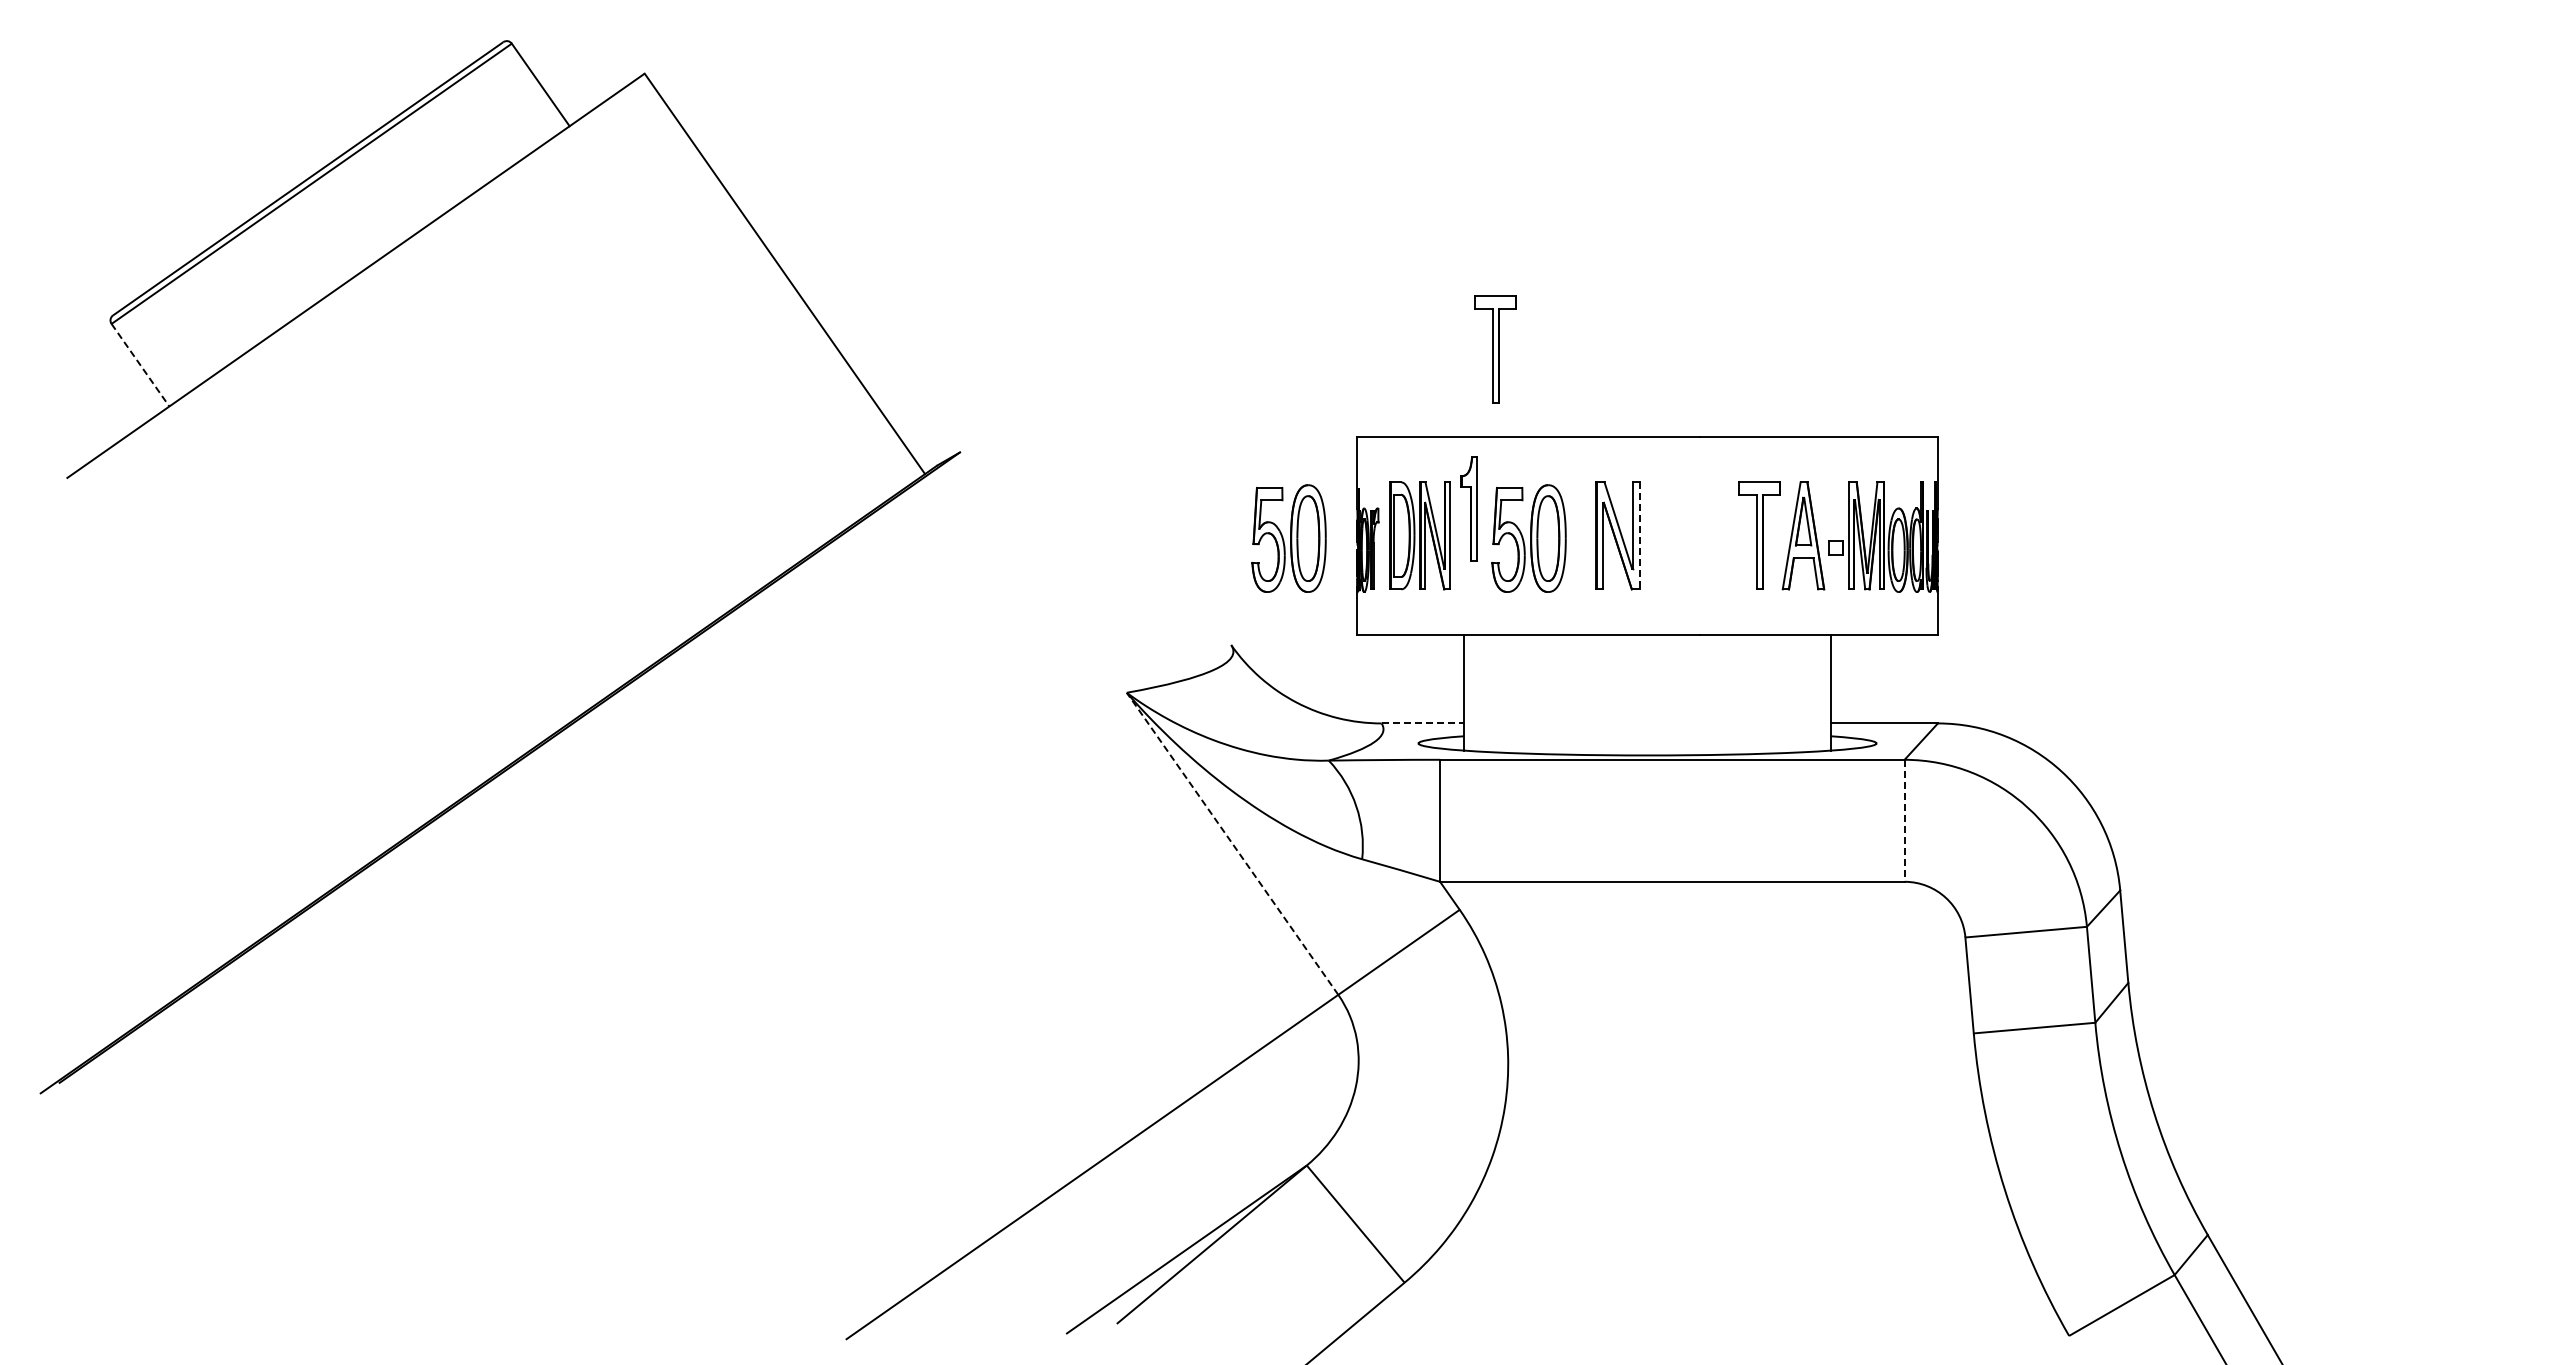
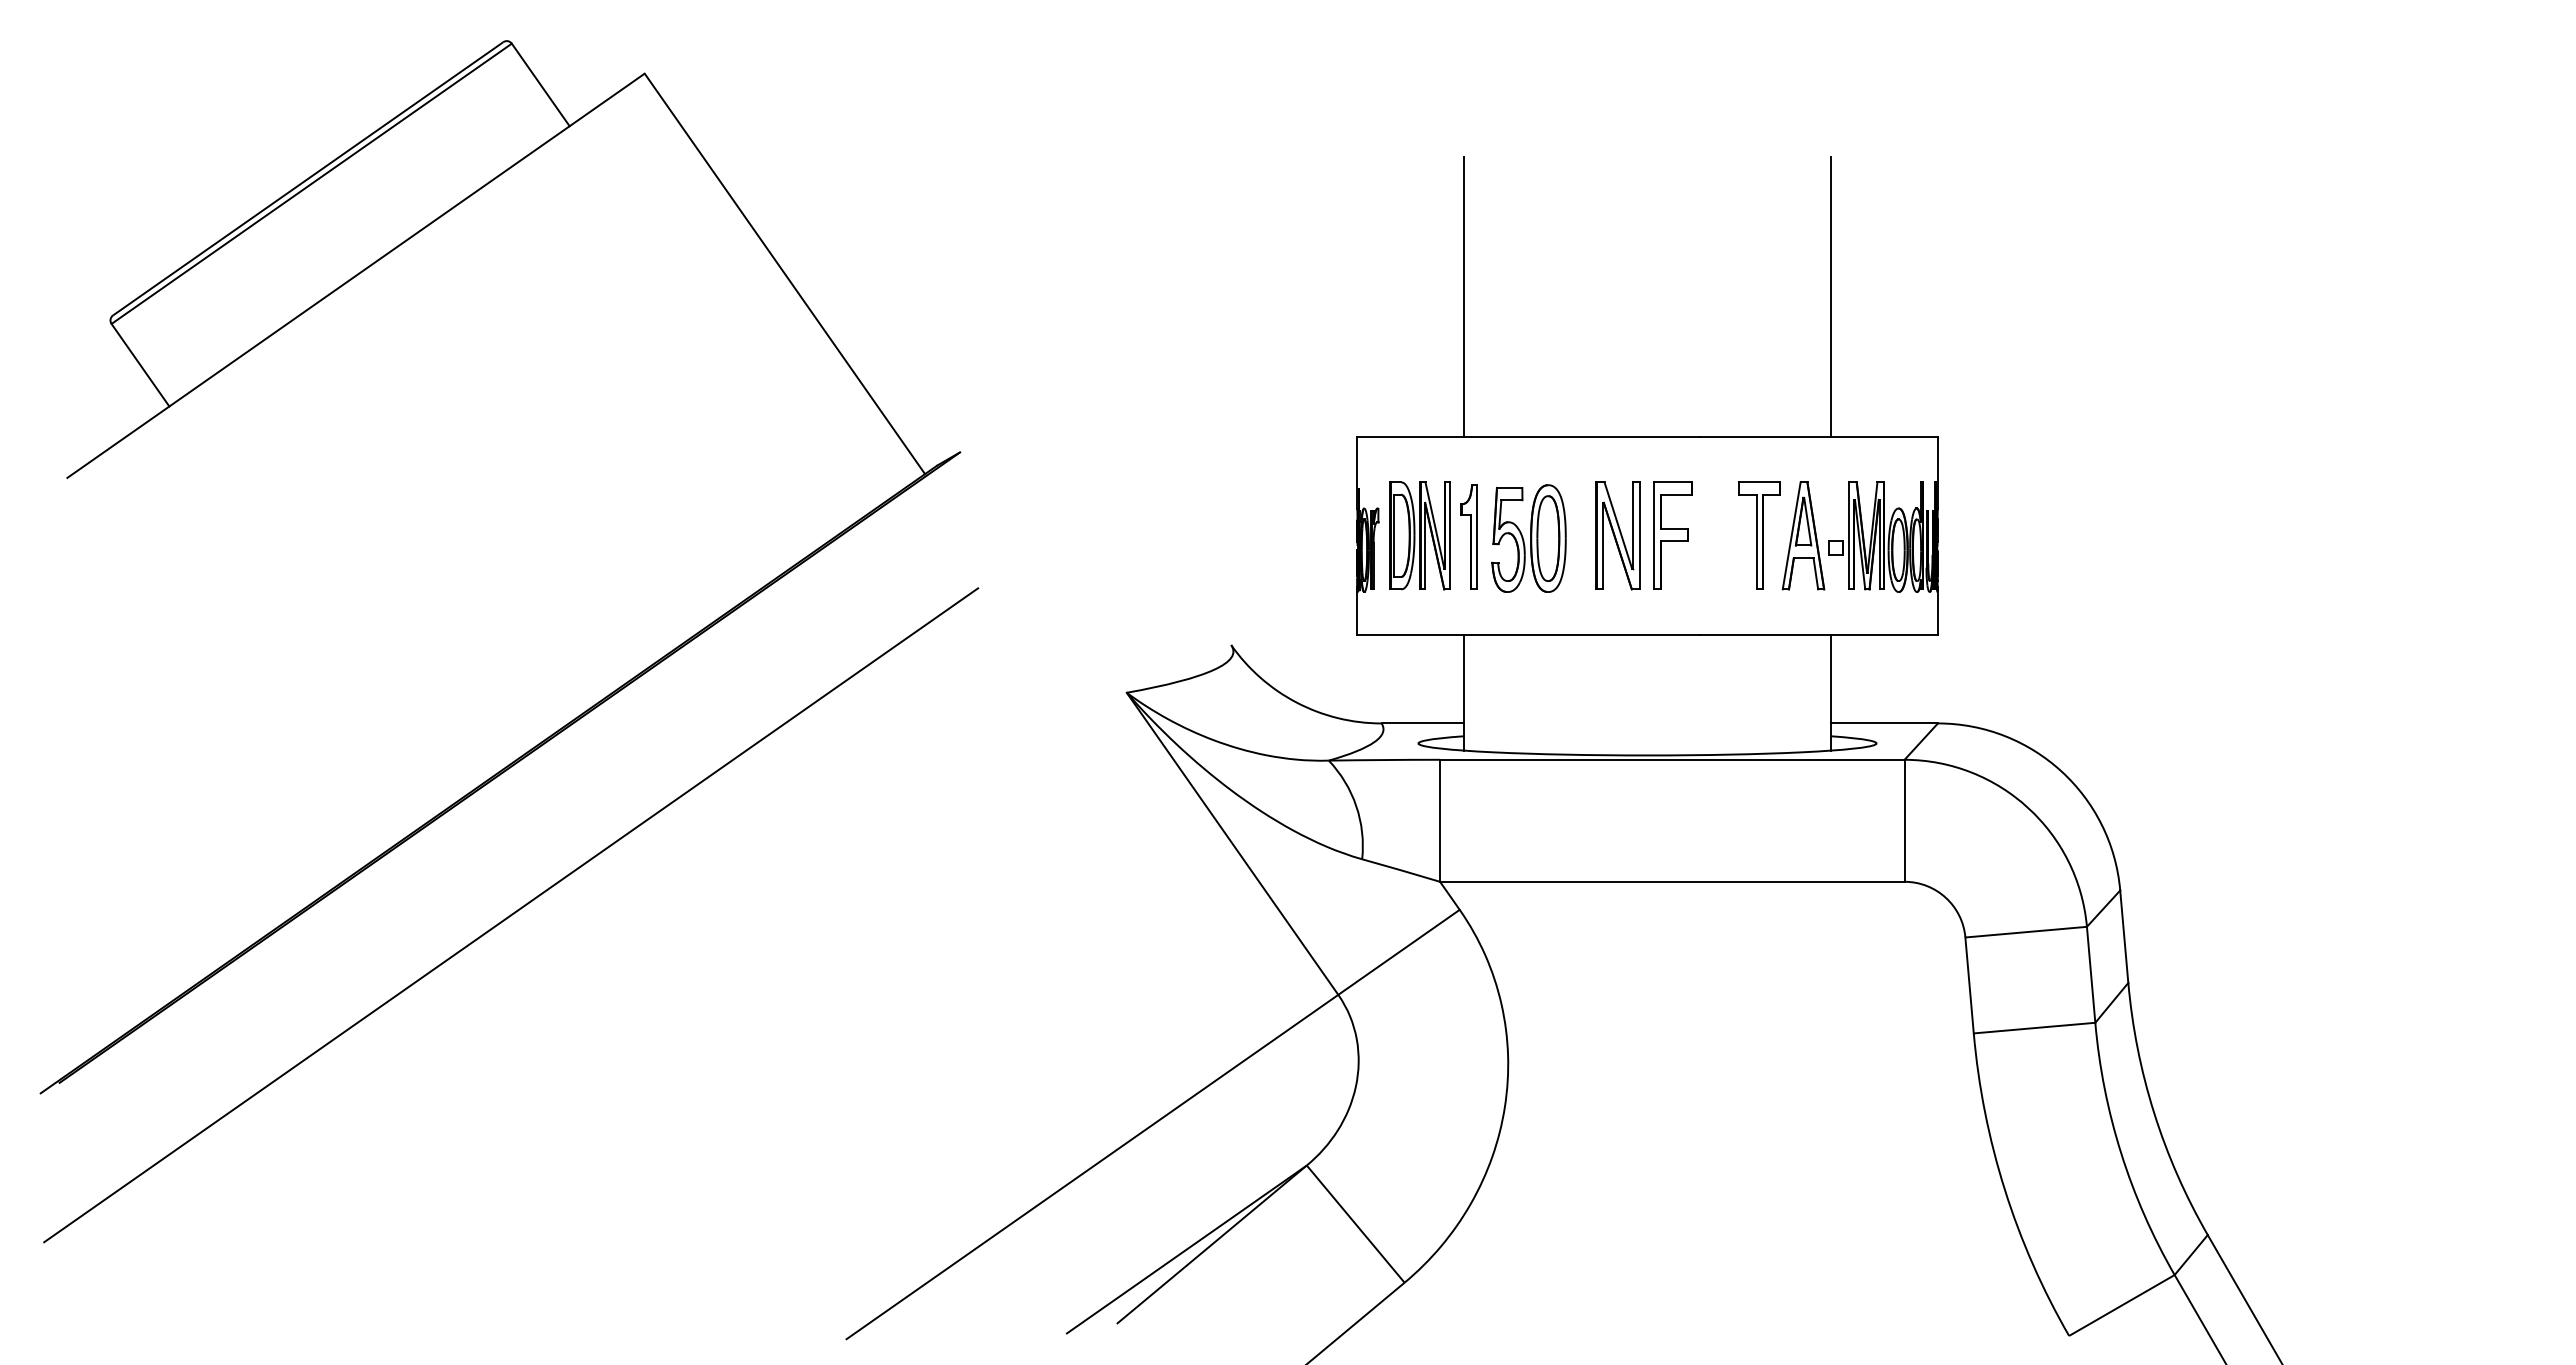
line at (1464, 296): none -> present
line at (1830, 296): none -> present
part at (1495, 349): present -> none
line at (140, 365): dashed -> solid
part at (1468, 508) position: (1468, 508) -> (1468, 536)
part at (1672, 535): none -> present
line at (1640, 536): dashed -> solid
part at (1288, 538): present -> none
line at (1423, 723): dashed -> solid
line at (1904, 821): dashed -> solid
line at (1232, 843): dashed -> solid
line at (511, 915): none -> present
